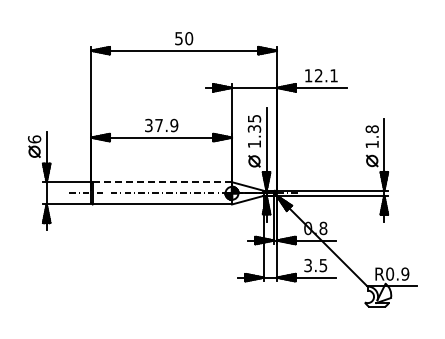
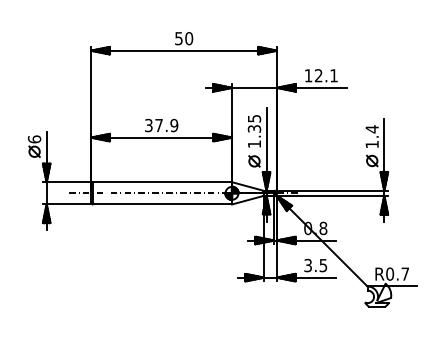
text at (371, 129): 1.8 -> 1.4
line at (162, 182): dashed -> solid
text at (405, 273): R0.9 -> R0.7
